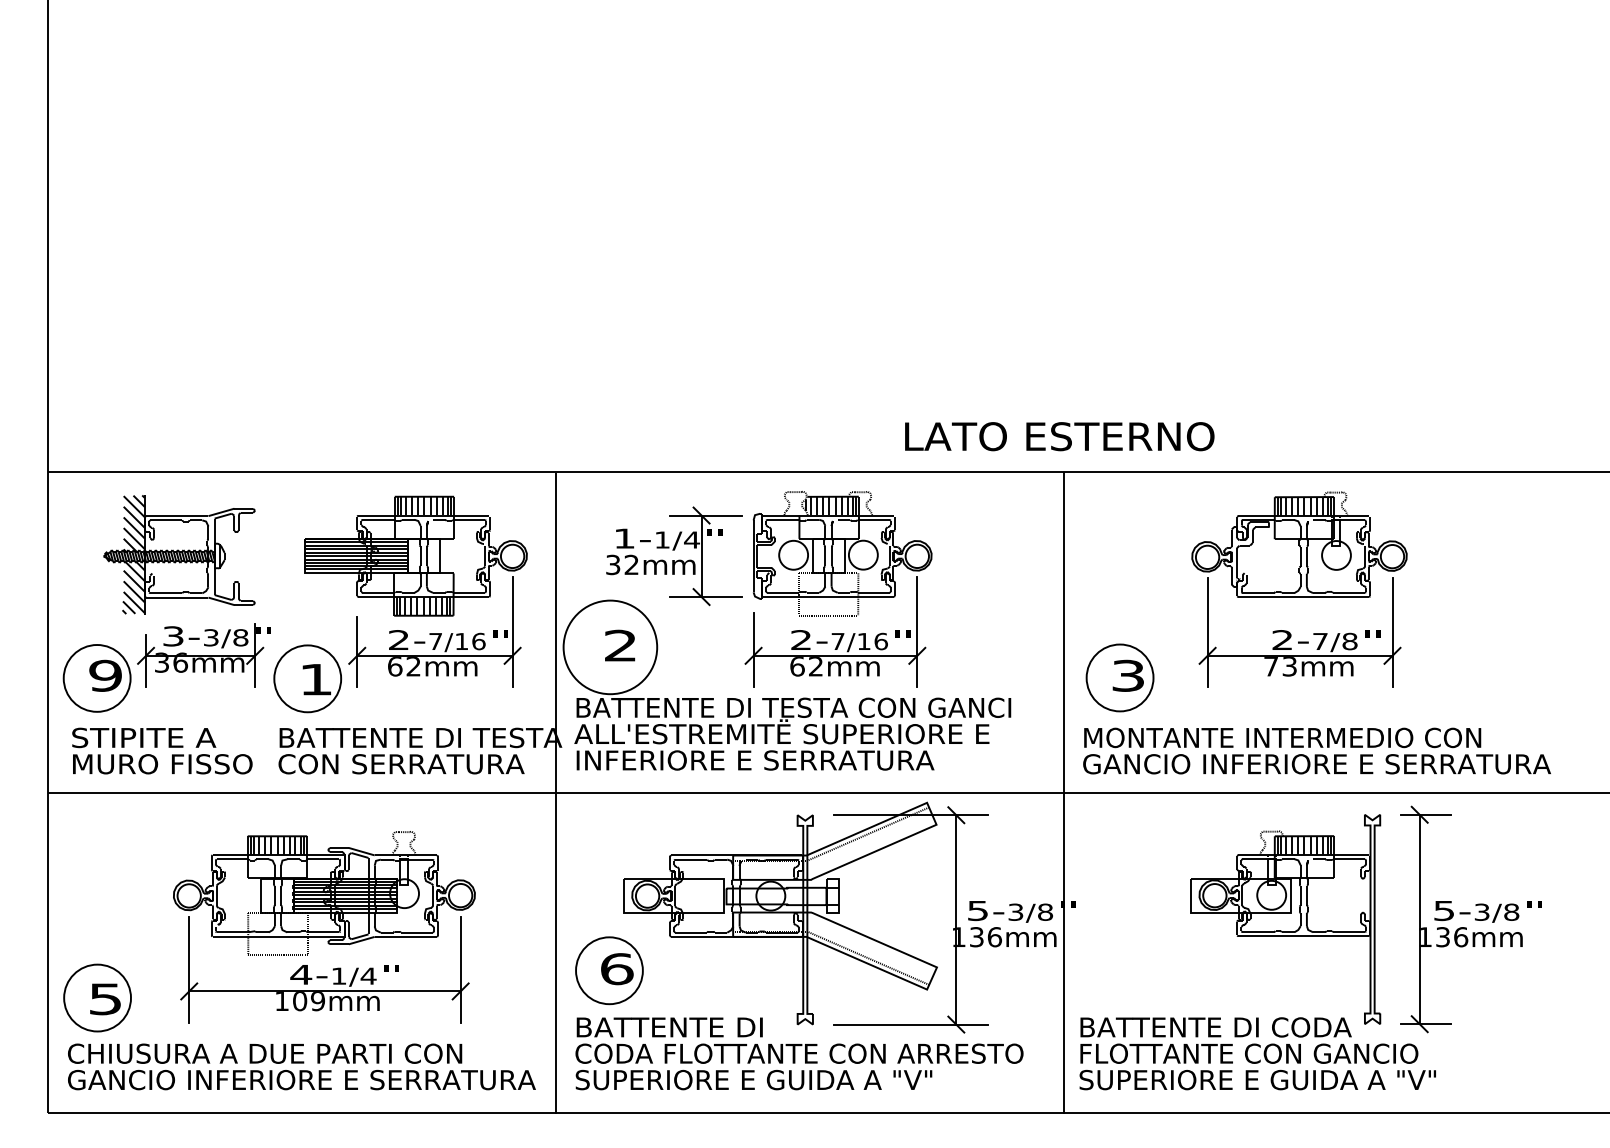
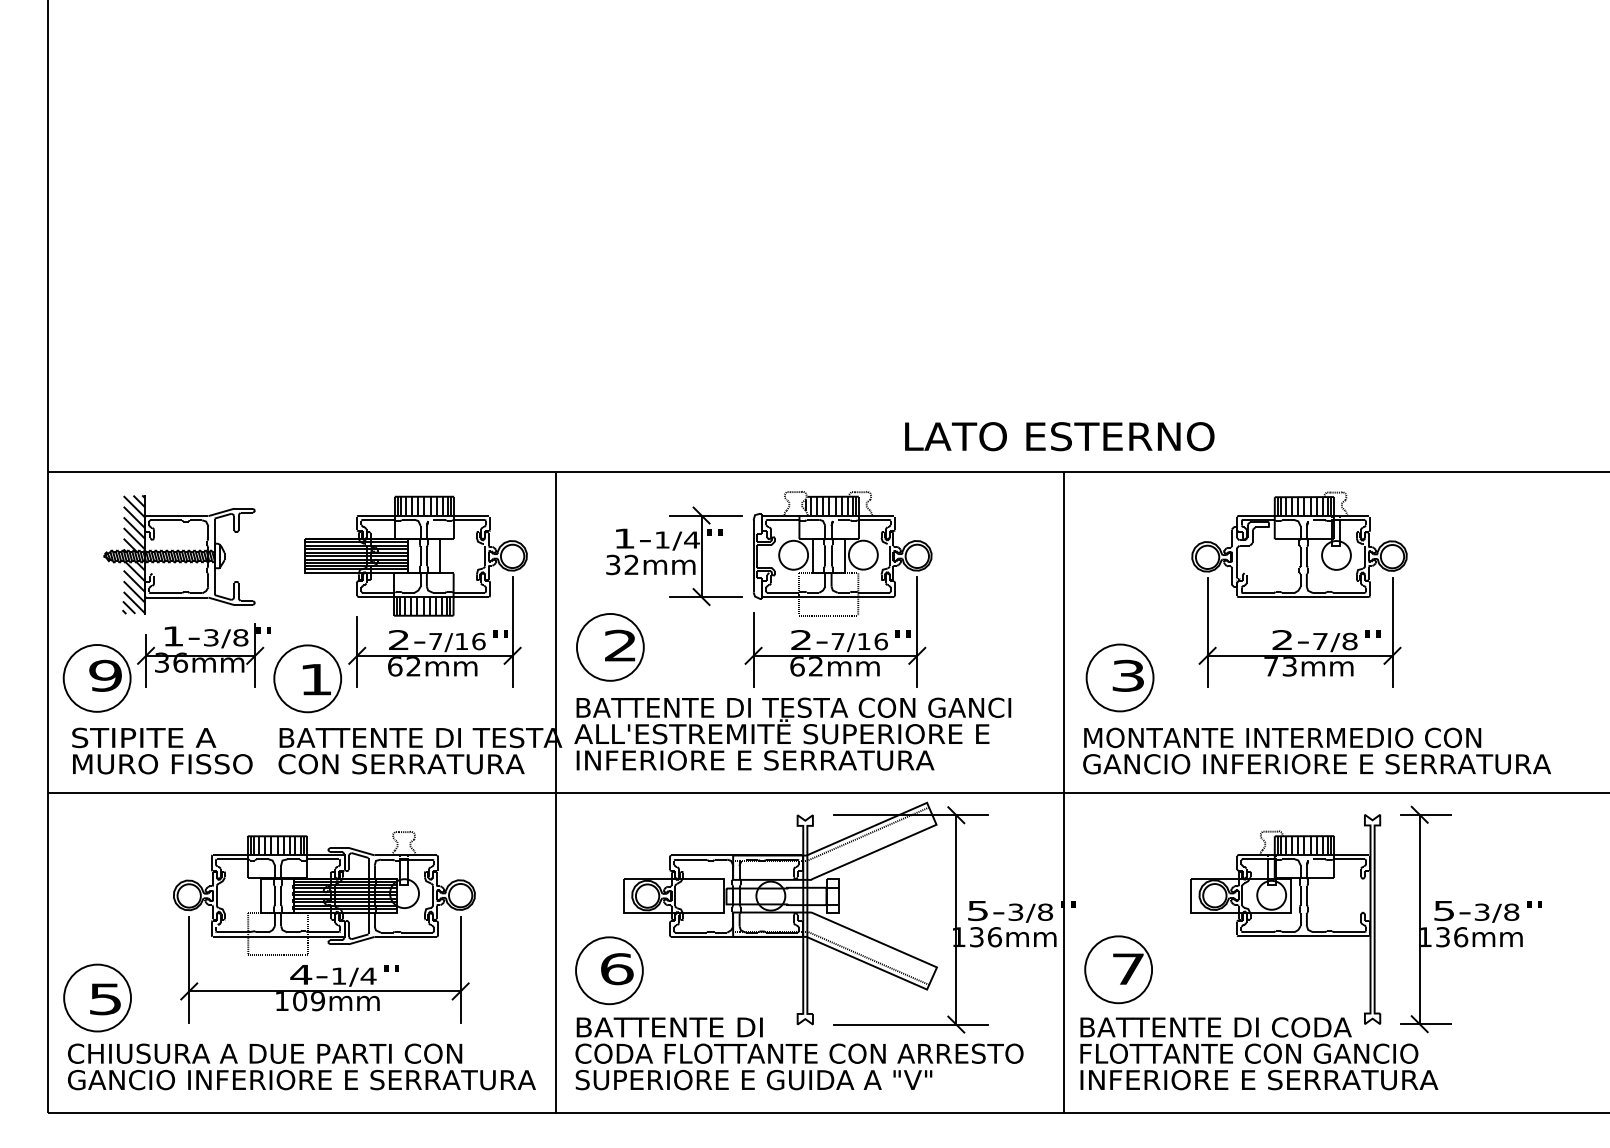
text at (173, 636): 3- -> 1-
circle at (610, 647) diameter: 94 px -> 67 px
part at (1118, 969): none -> present
text at (1258, 1079): SUPERIORE E GUIDA A "V" -> INFERIORE E SERRATURA
